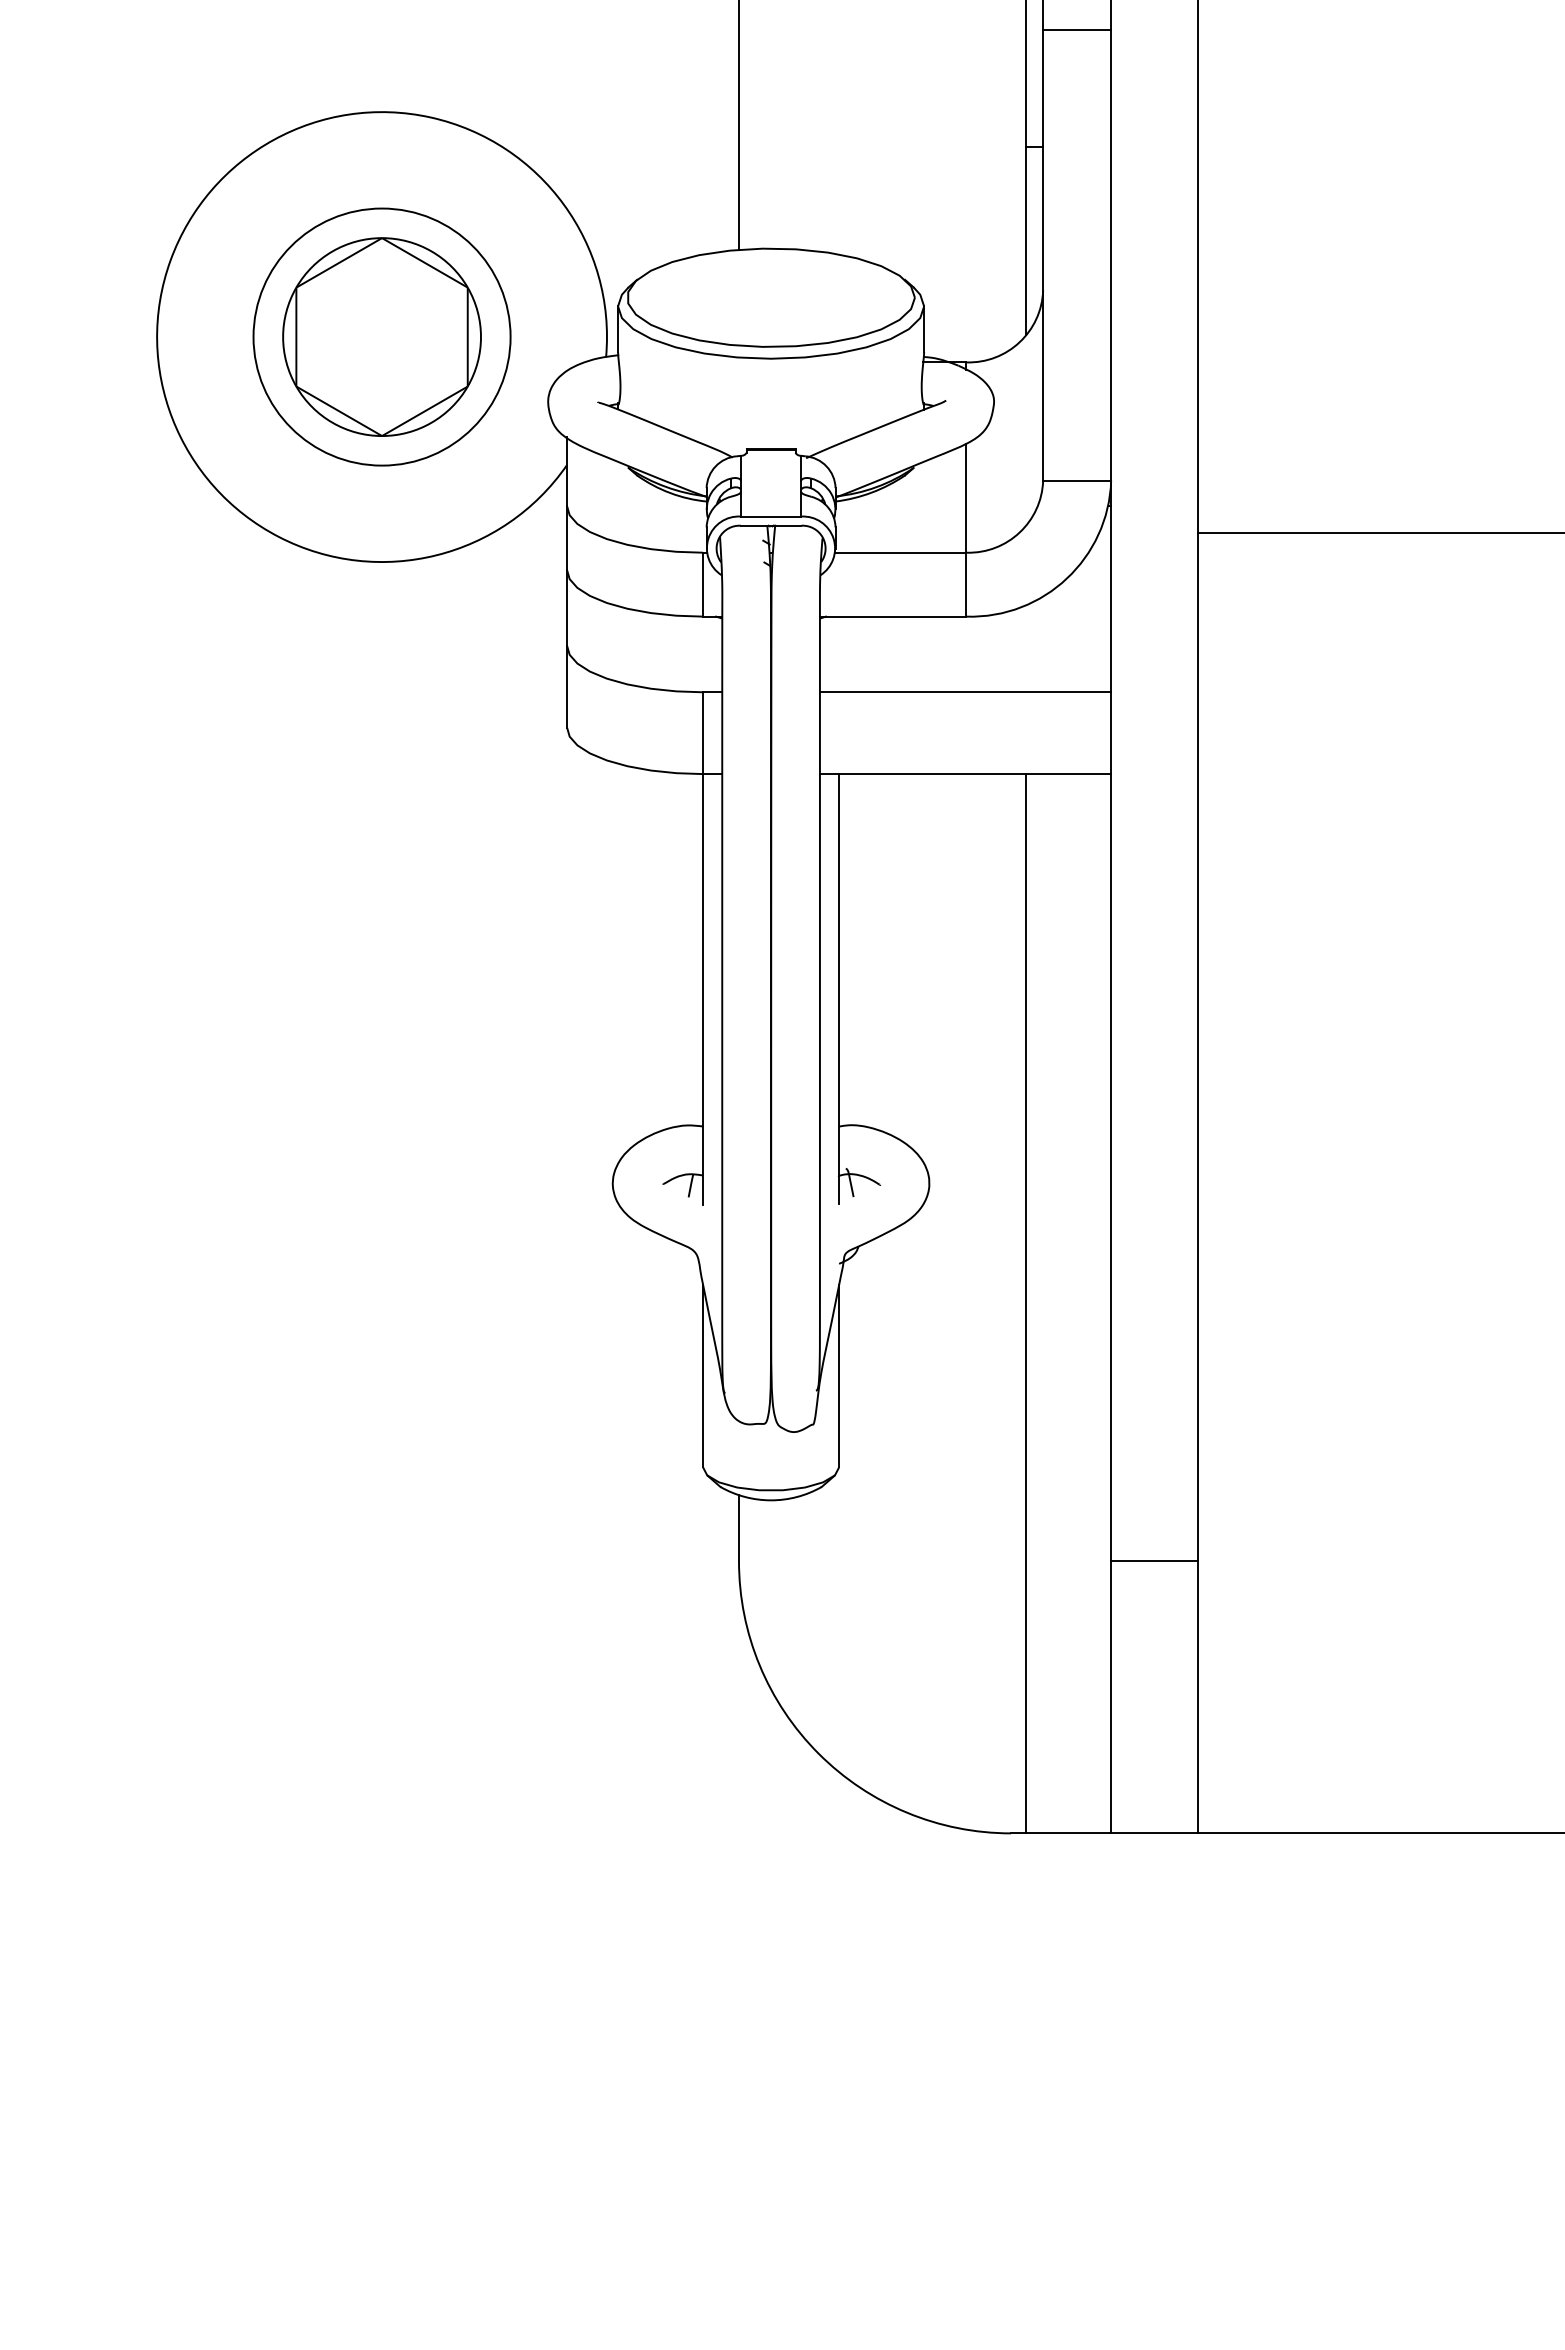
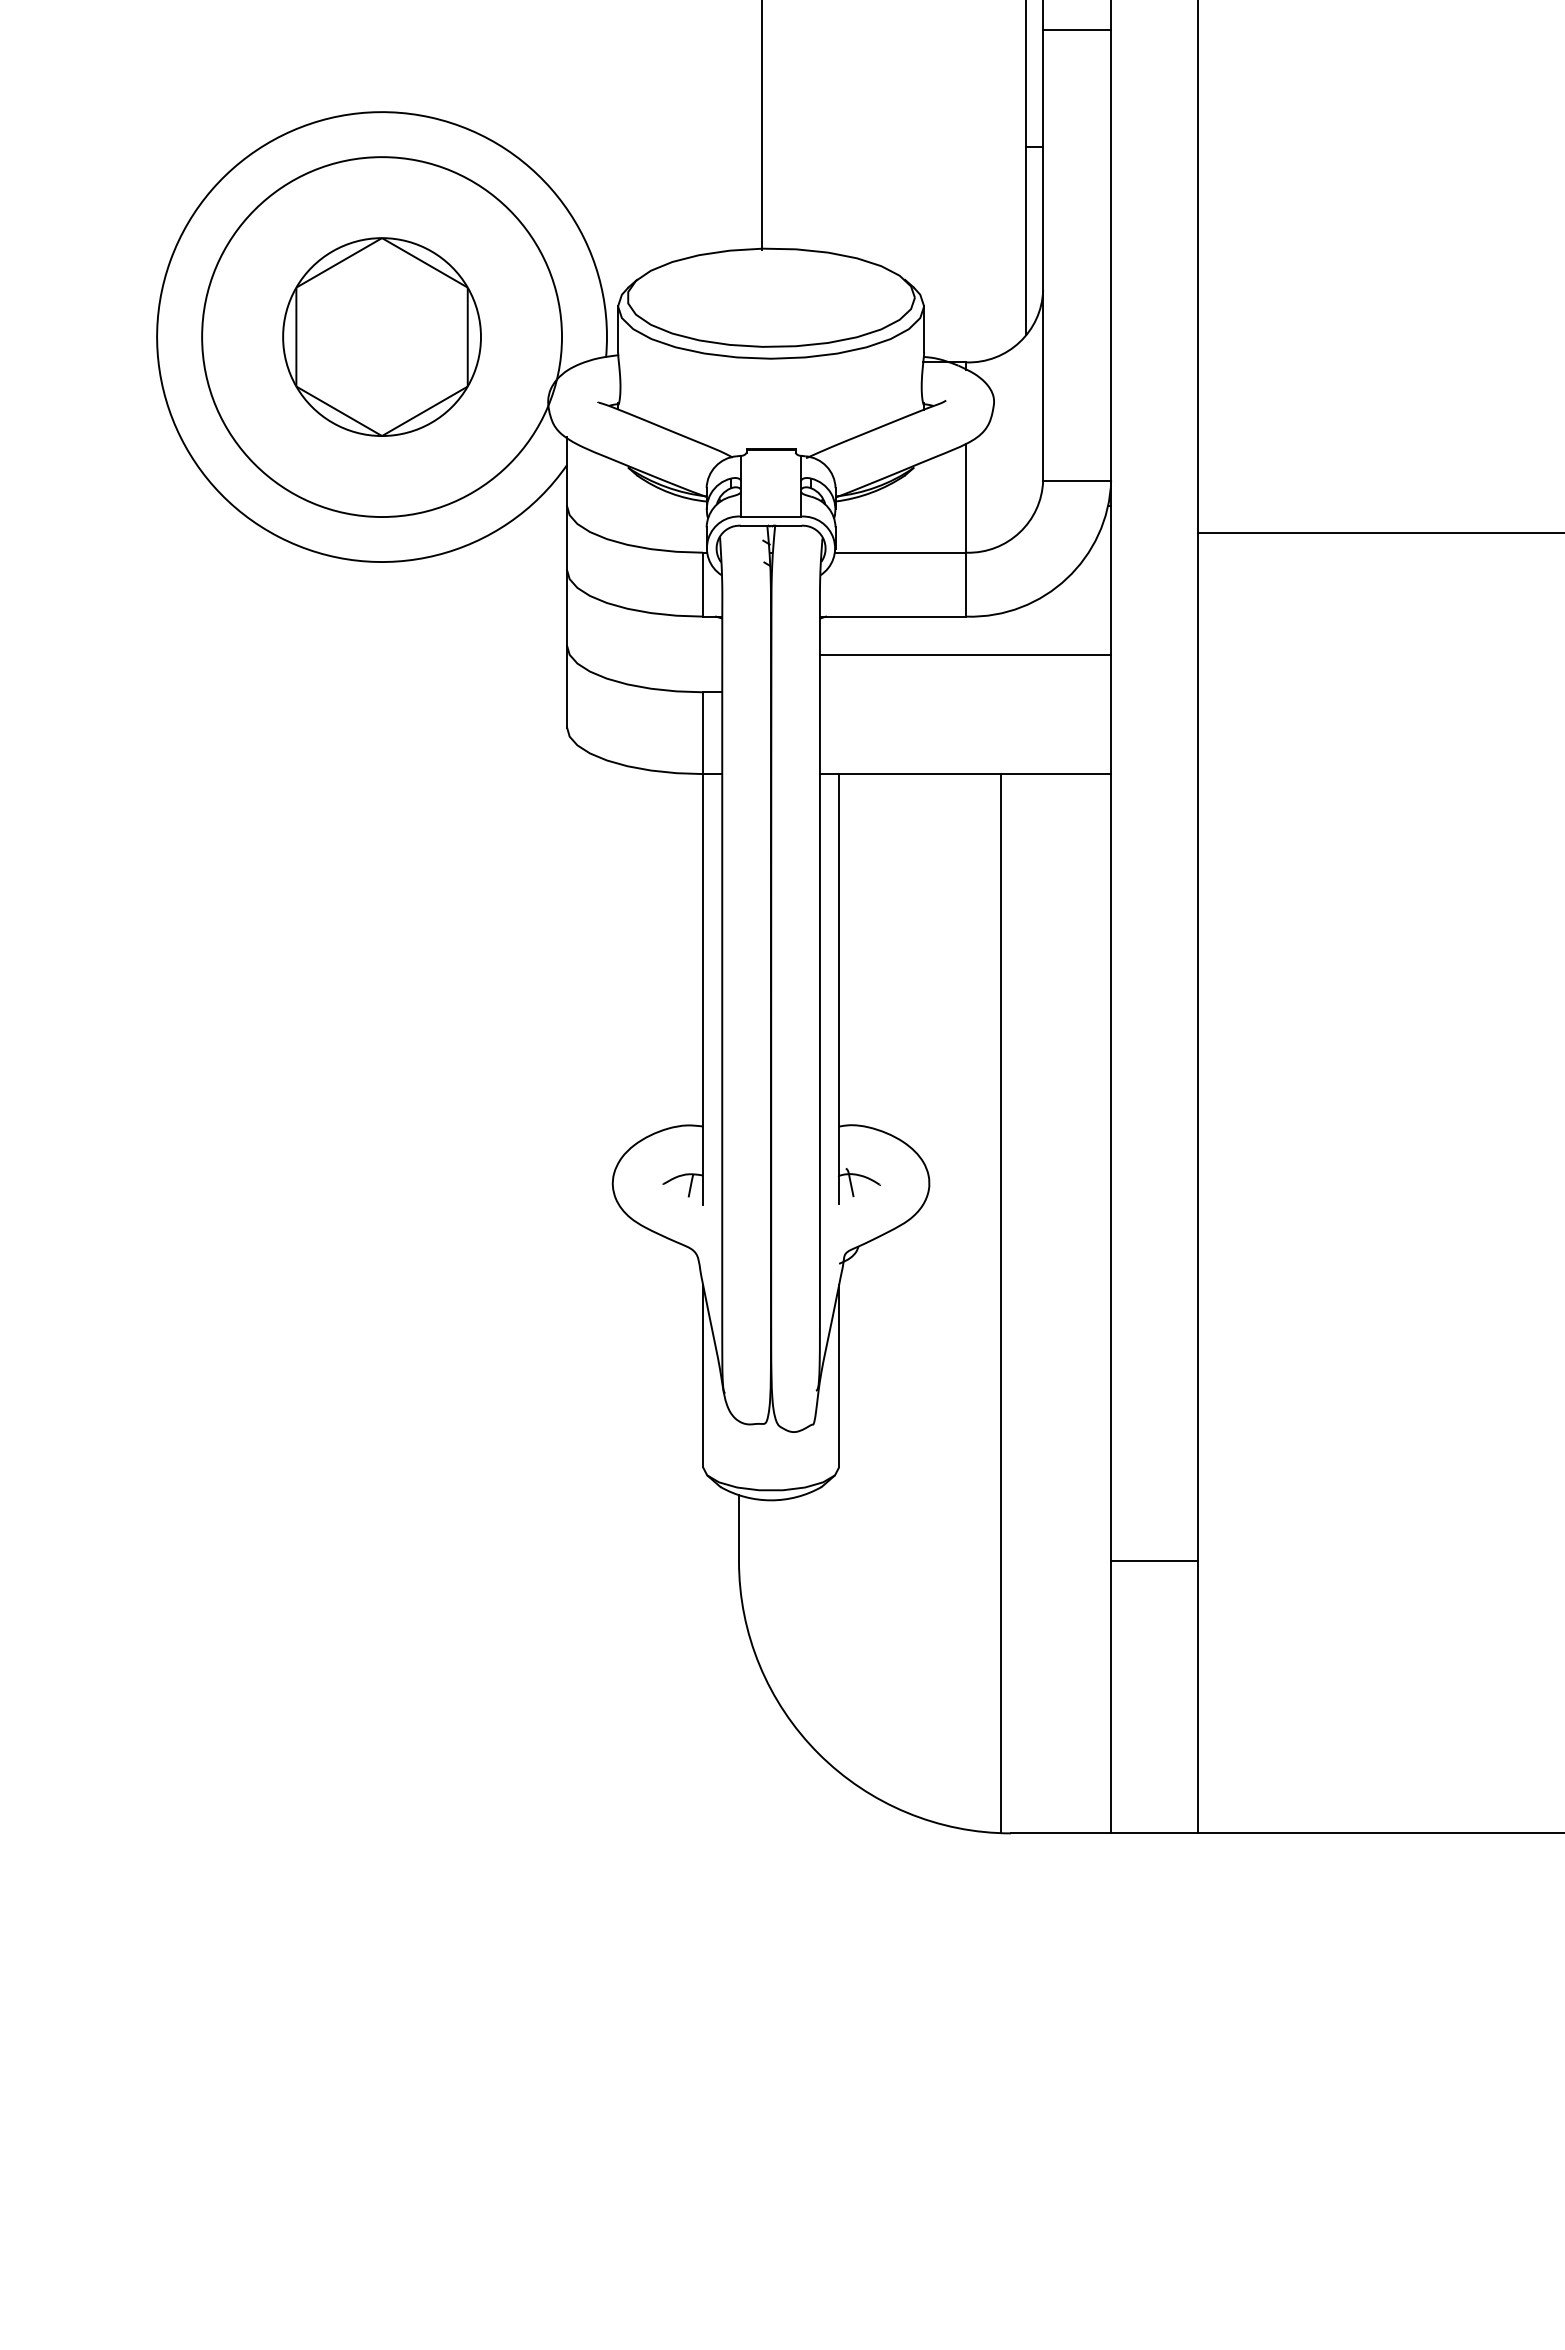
line at (739, 125) position: (739, 125) -> (762, 125)
circle at (381, 336) diameter: 257 px -> 360 px
line at (965, 692) position: (965, 692) -> (965, 655)
line at (1026, 1303) position: (1026, 1303) -> (1001, 1303)
